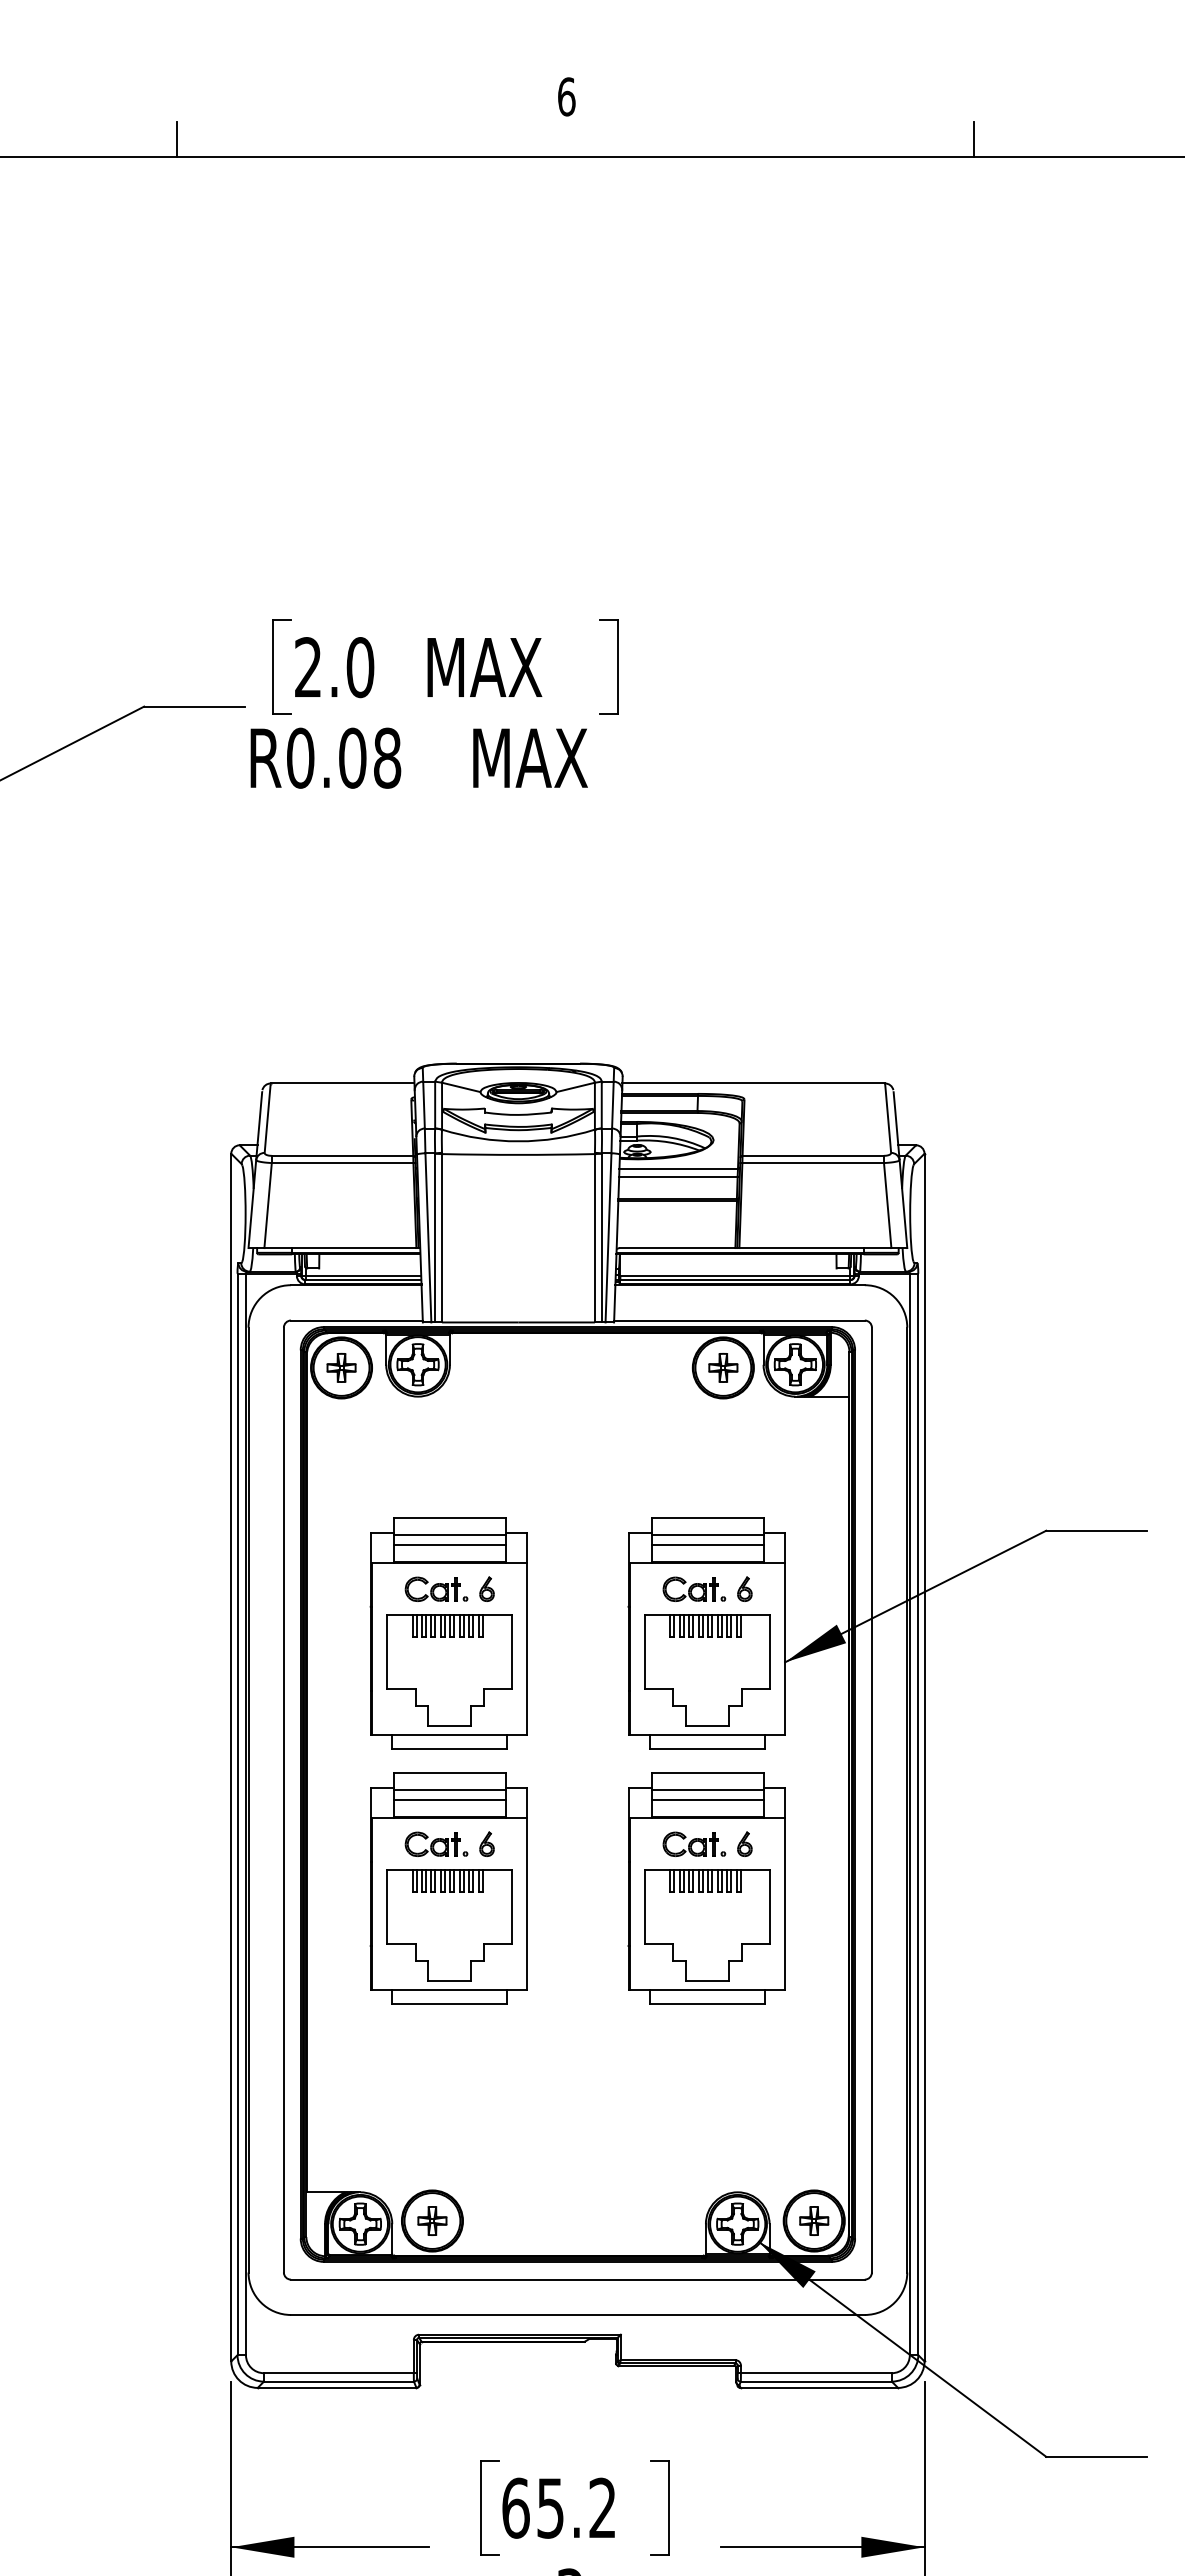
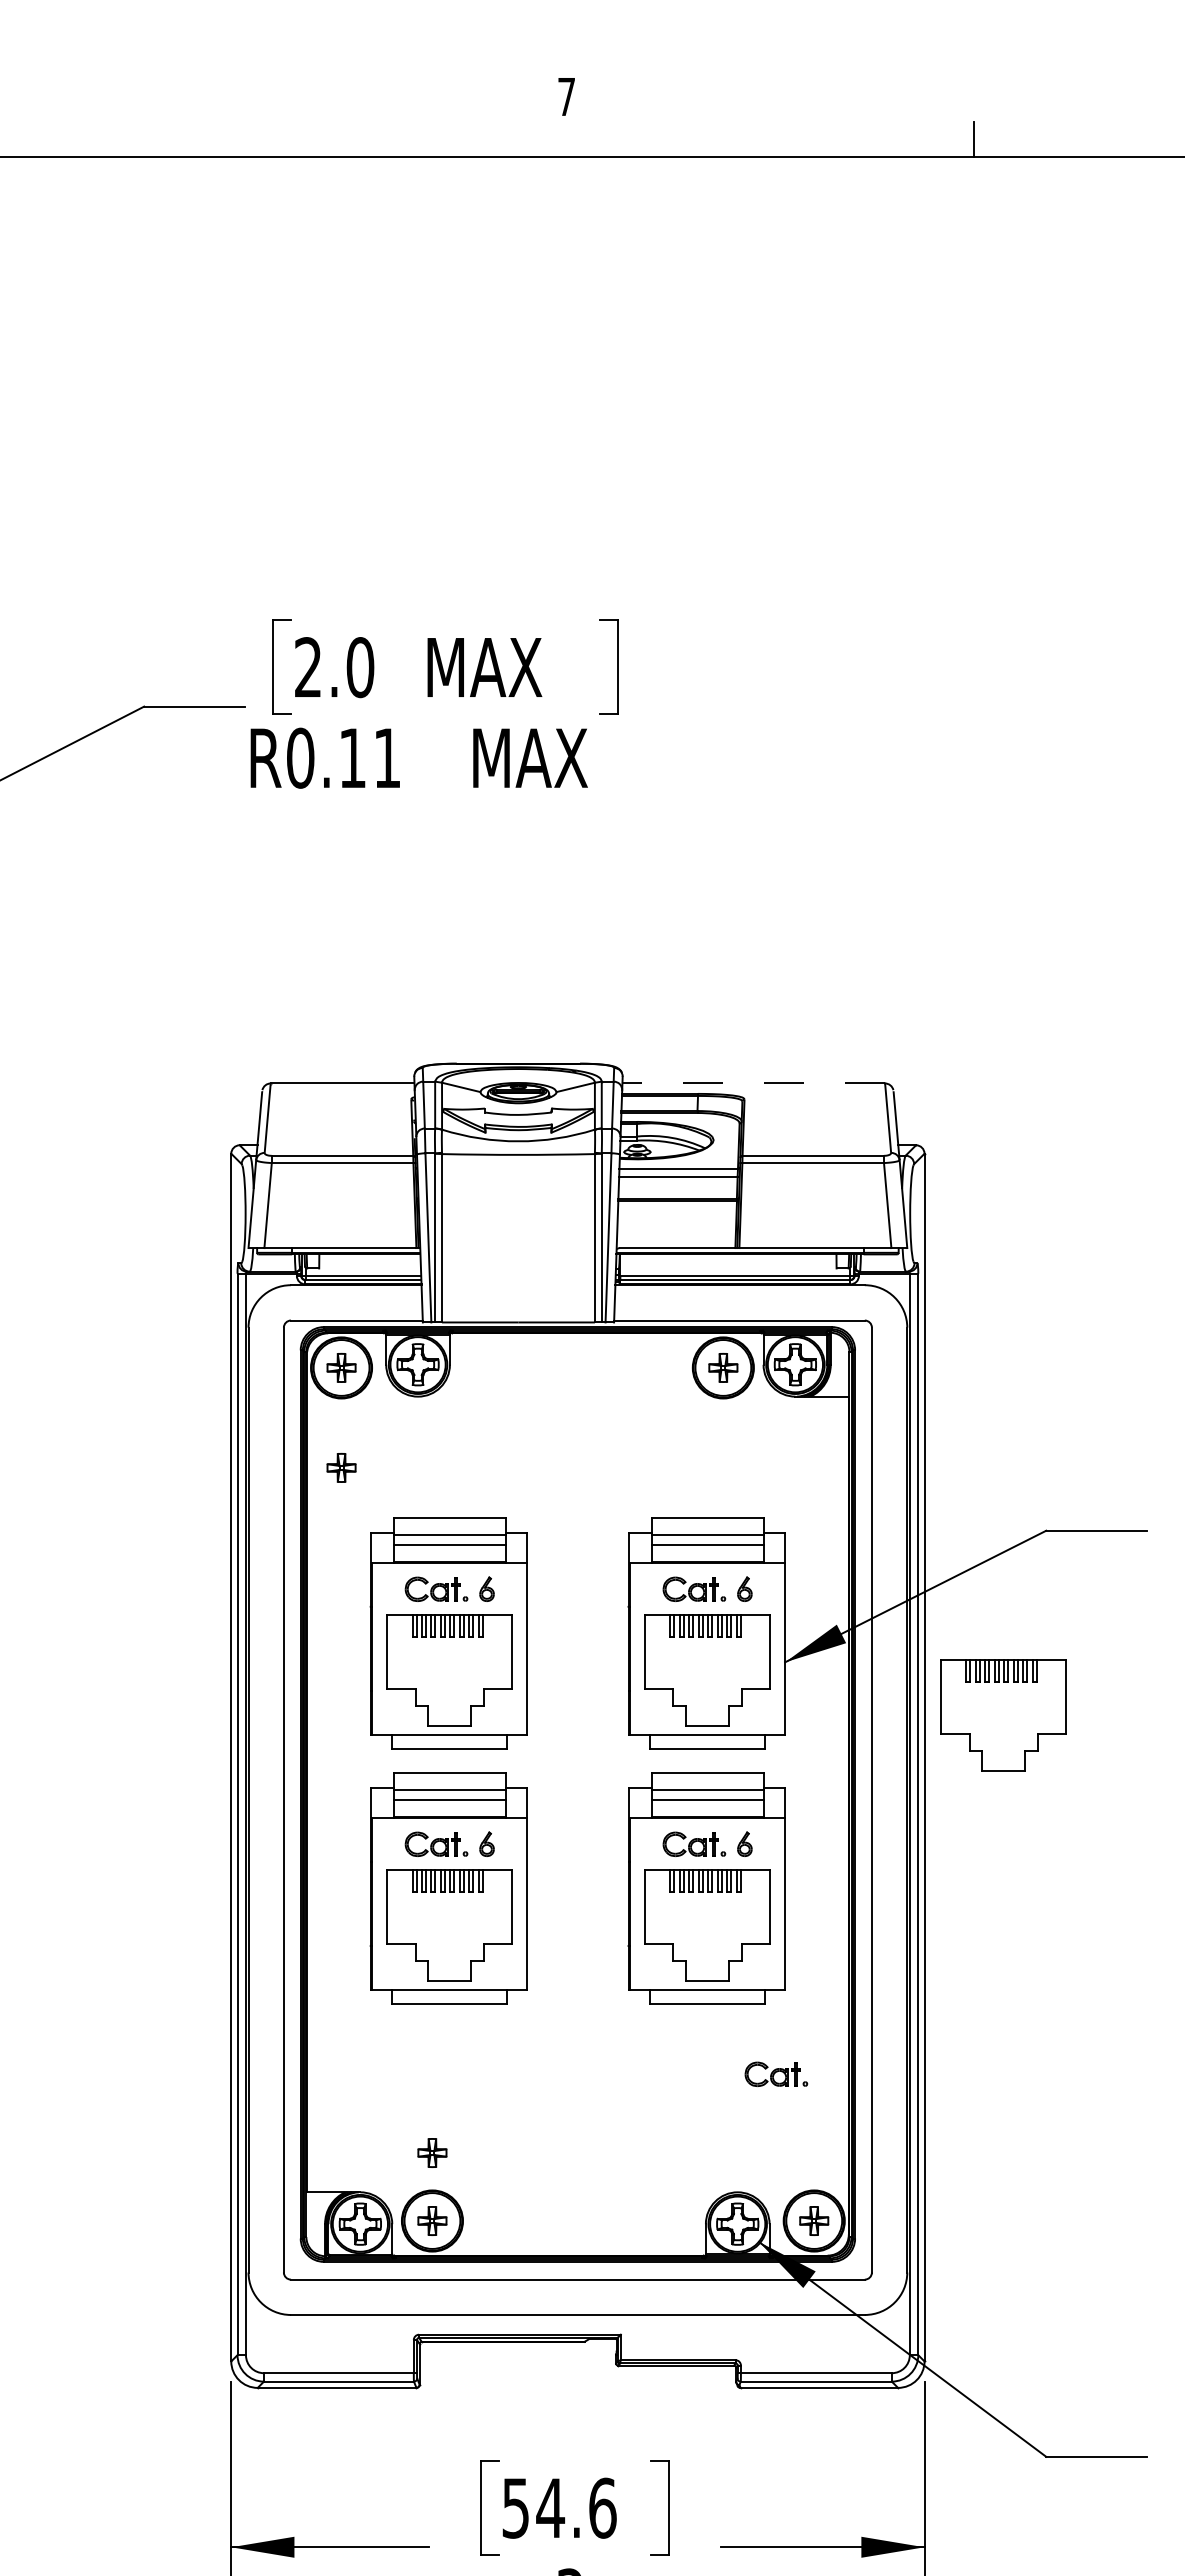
text at (566, 96): 6 -> 7
line at (177, 139): present -> none
text at (370, 757): R0.08 -> R0.11
line at (753, 1083): solid -> dashed
part at (341, 1467): none -> present
part at (1003, 1715): none -> present
part at (776, 2073): none -> present
part at (432, 2152): none -> present
text at (559, 2507): 65.2 -> 54.6
